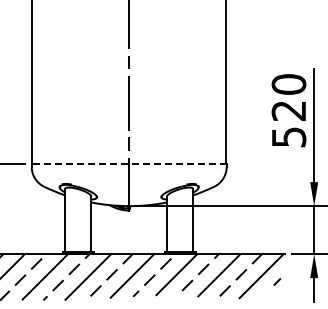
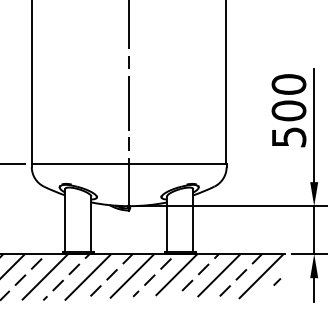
text at (288, 110): 520 -> 500
line at (128, 163): dashed -> solid
